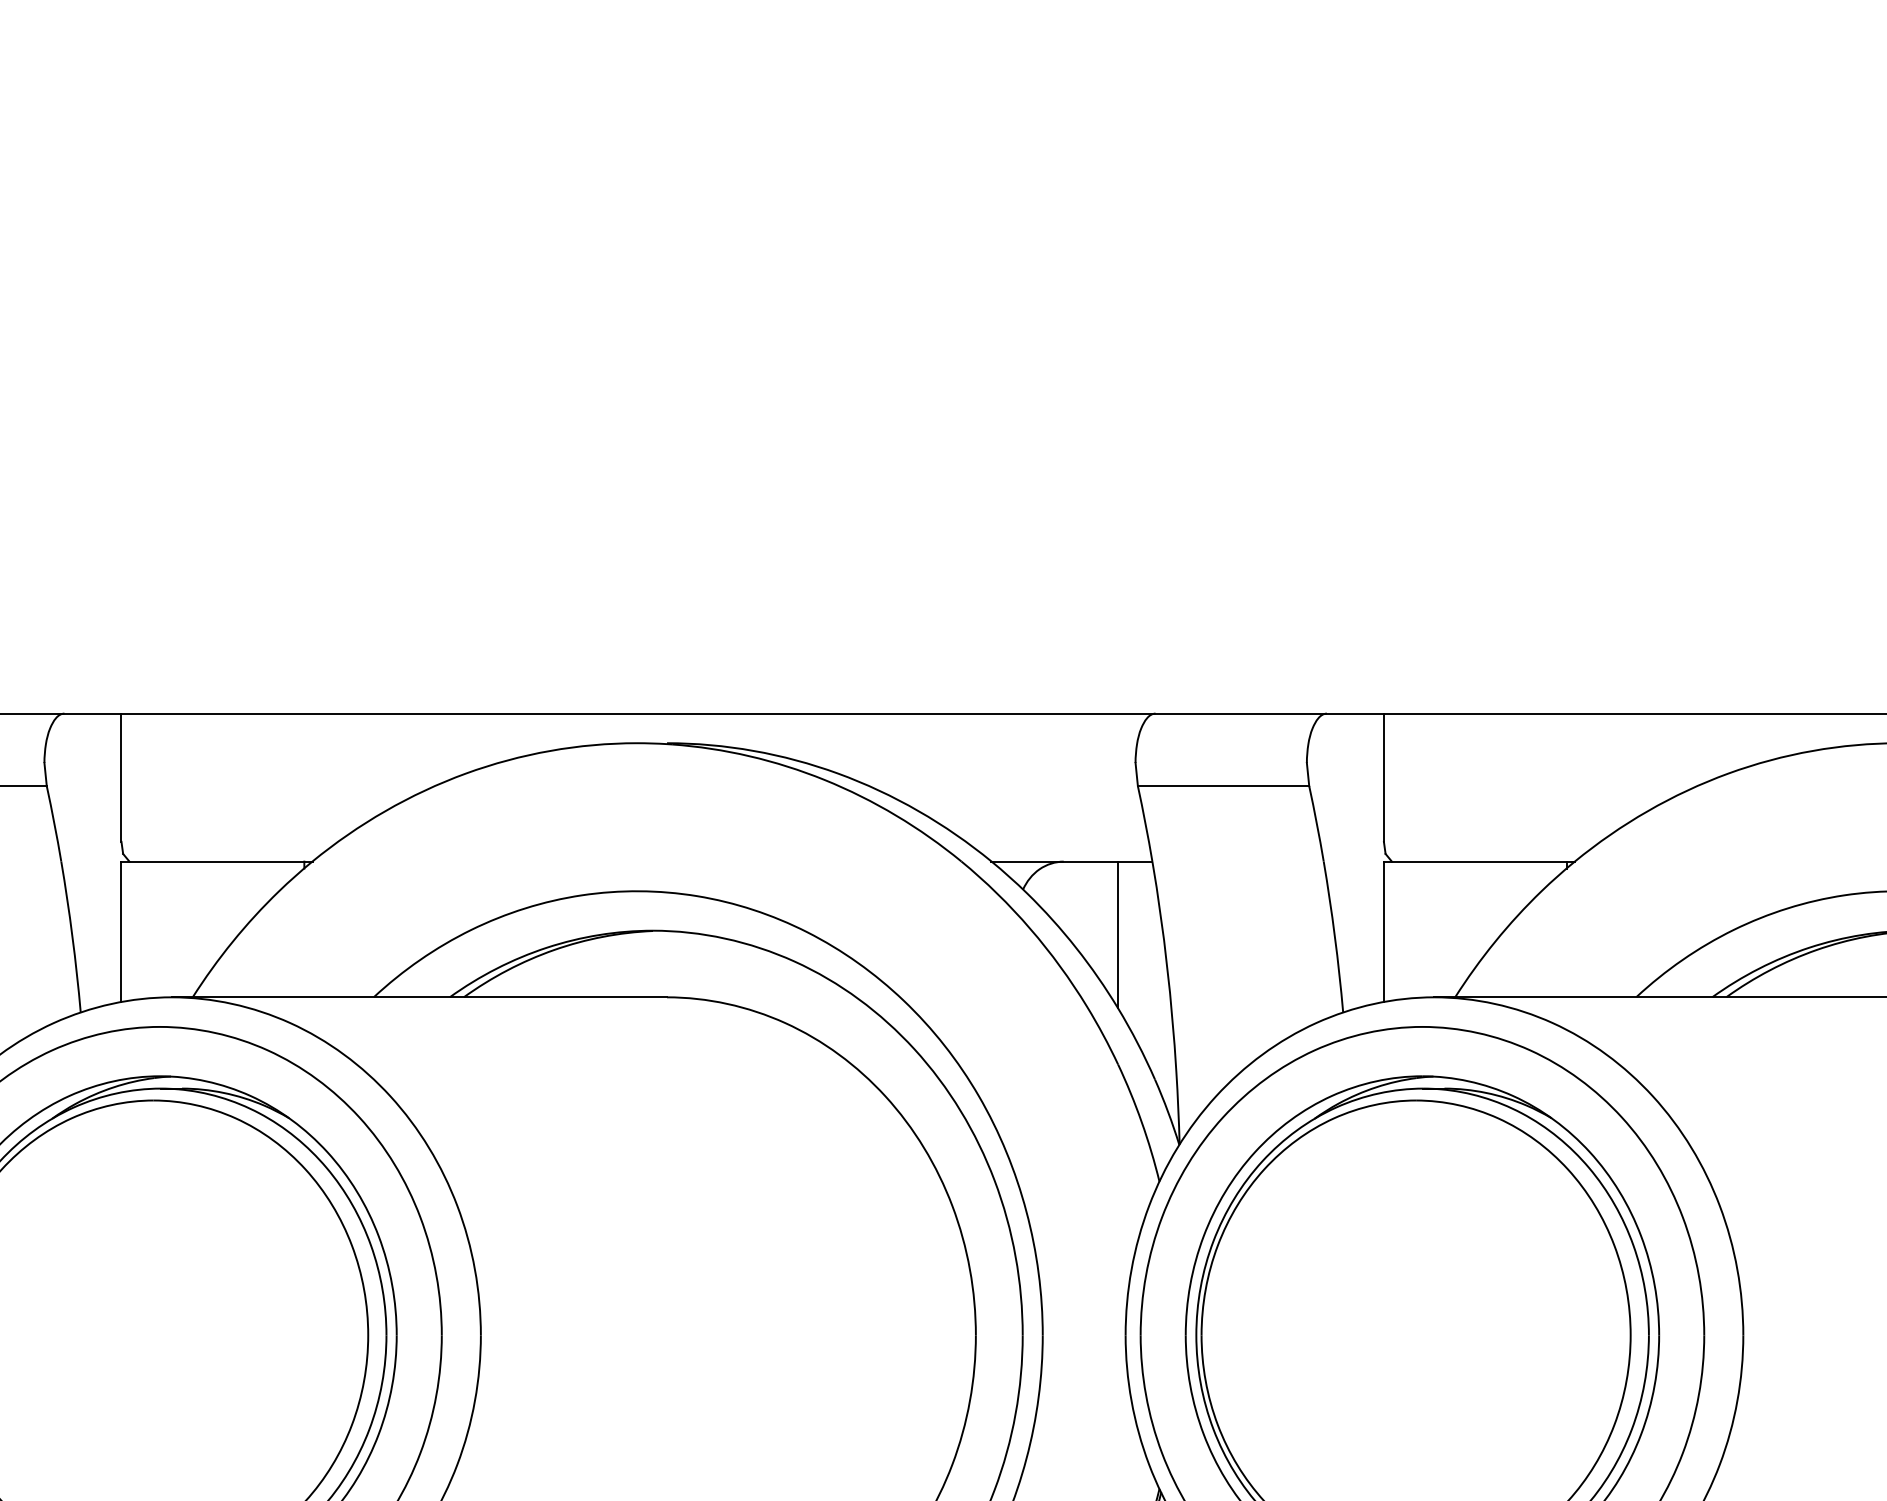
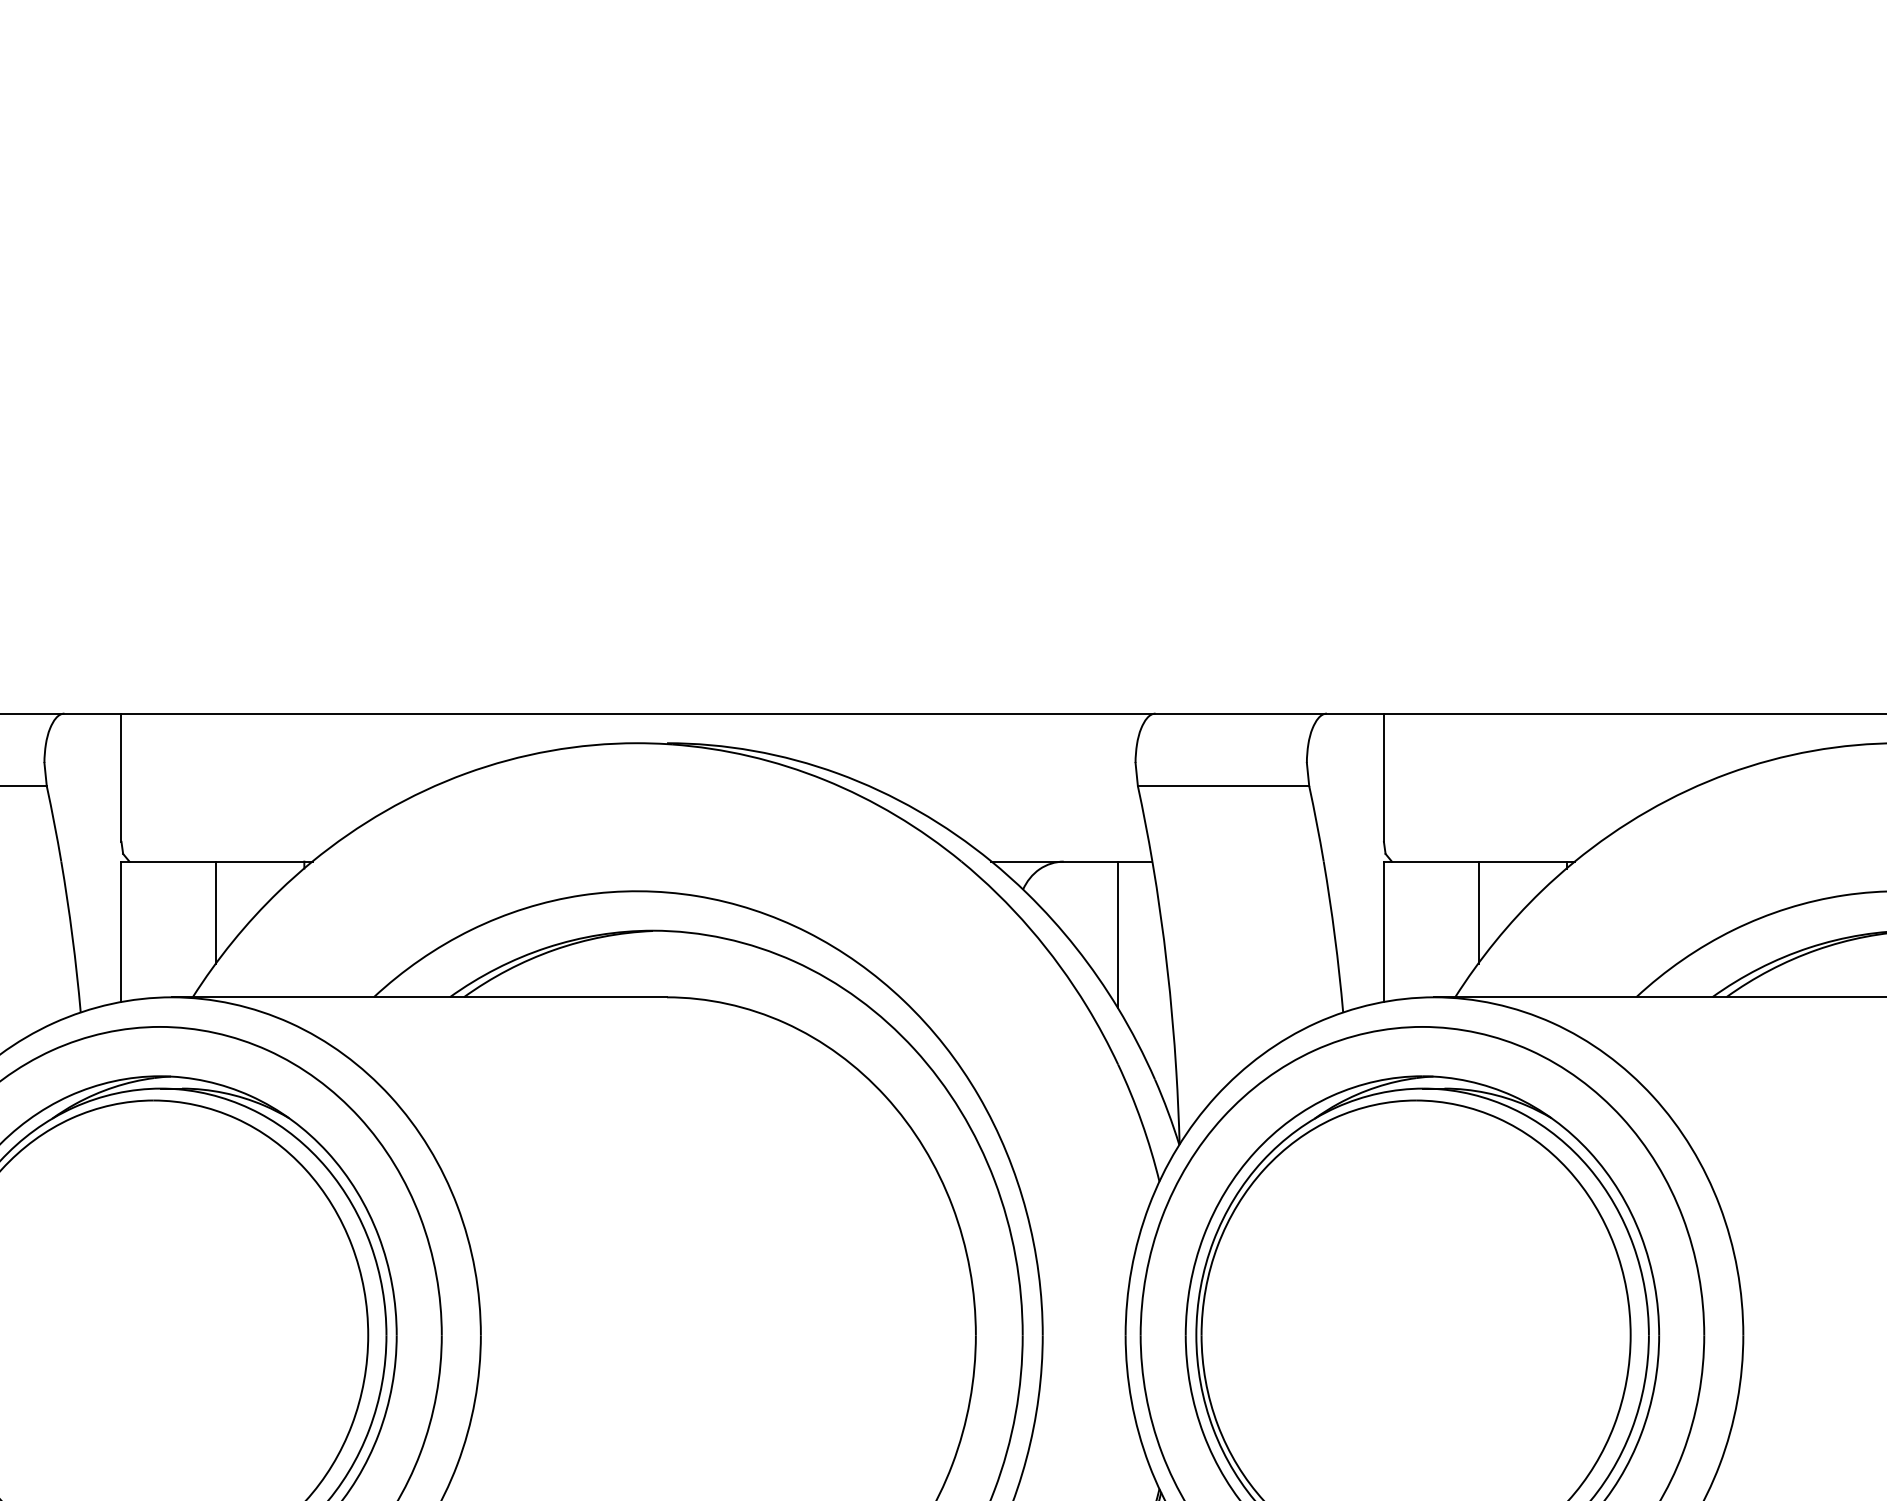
line at (216, 912): none -> present
line at (1478, 912): none -> present
